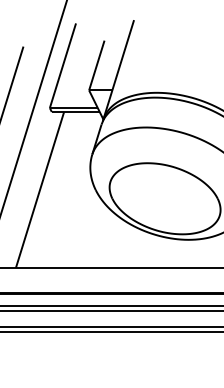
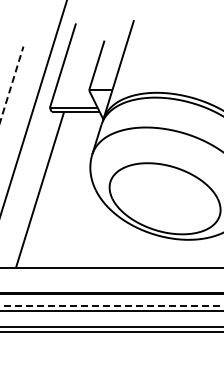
line at (11, 83): solid -> dashed
line at (111, 305): solid -> dashed
